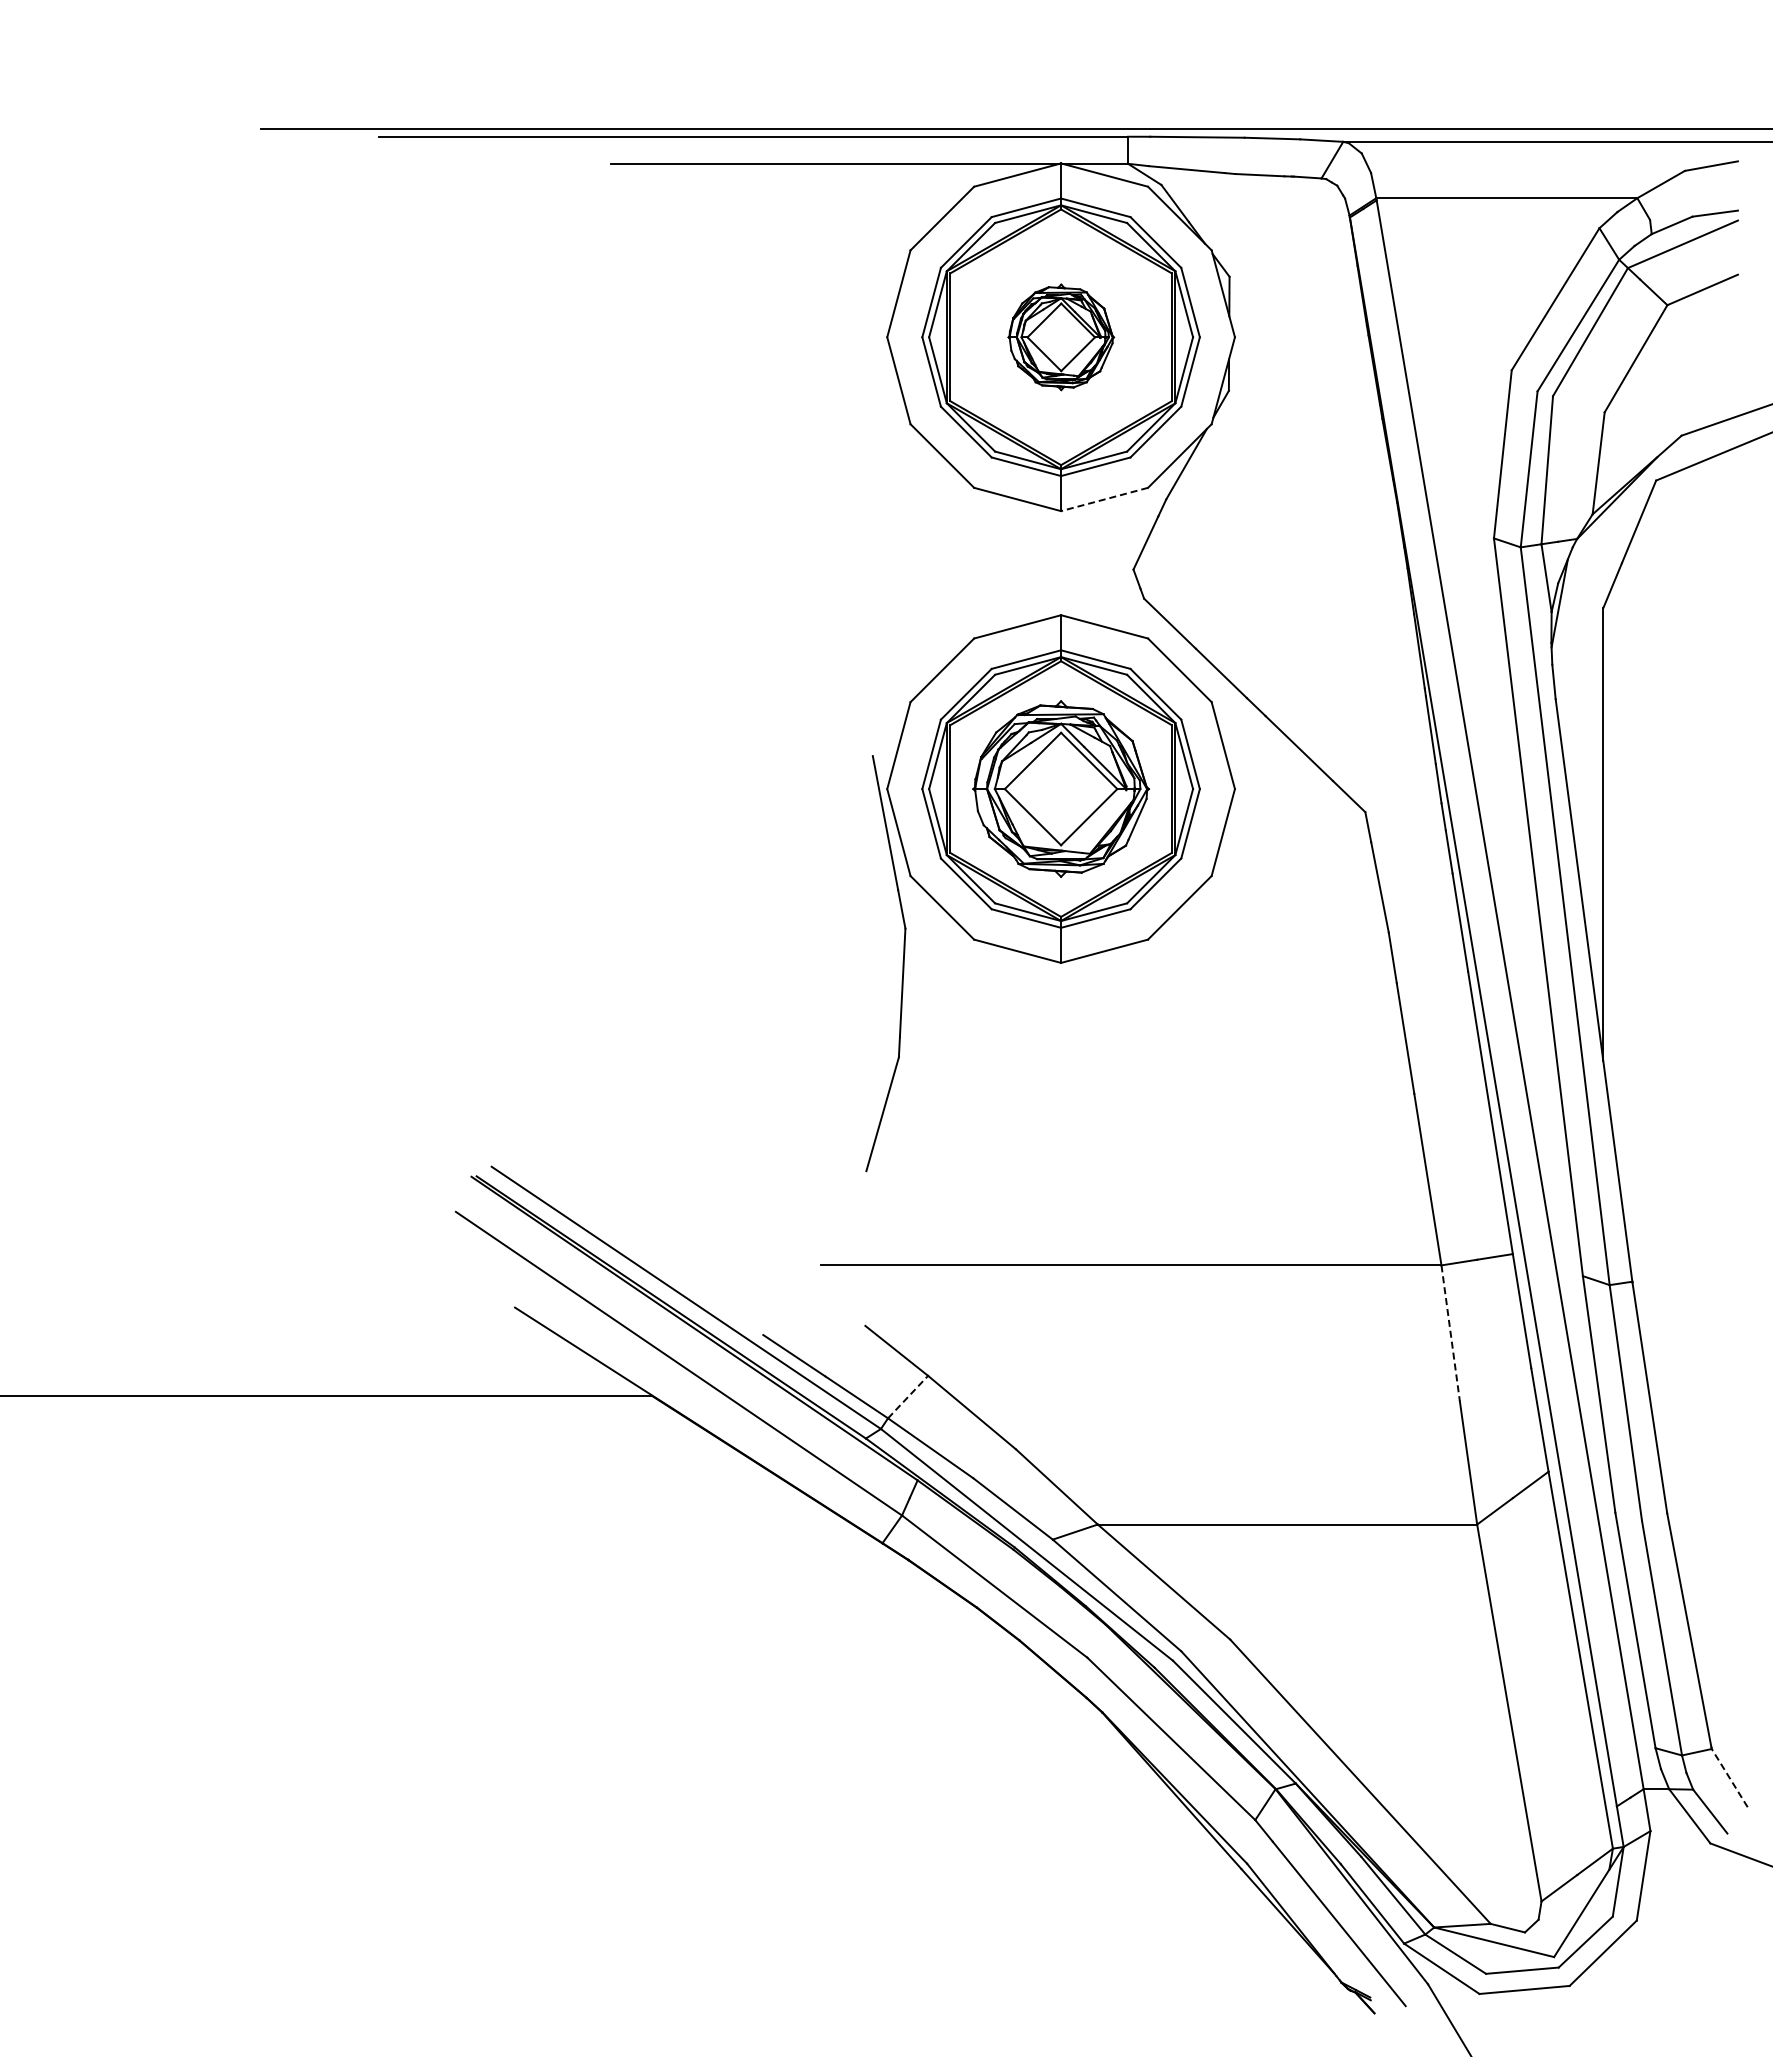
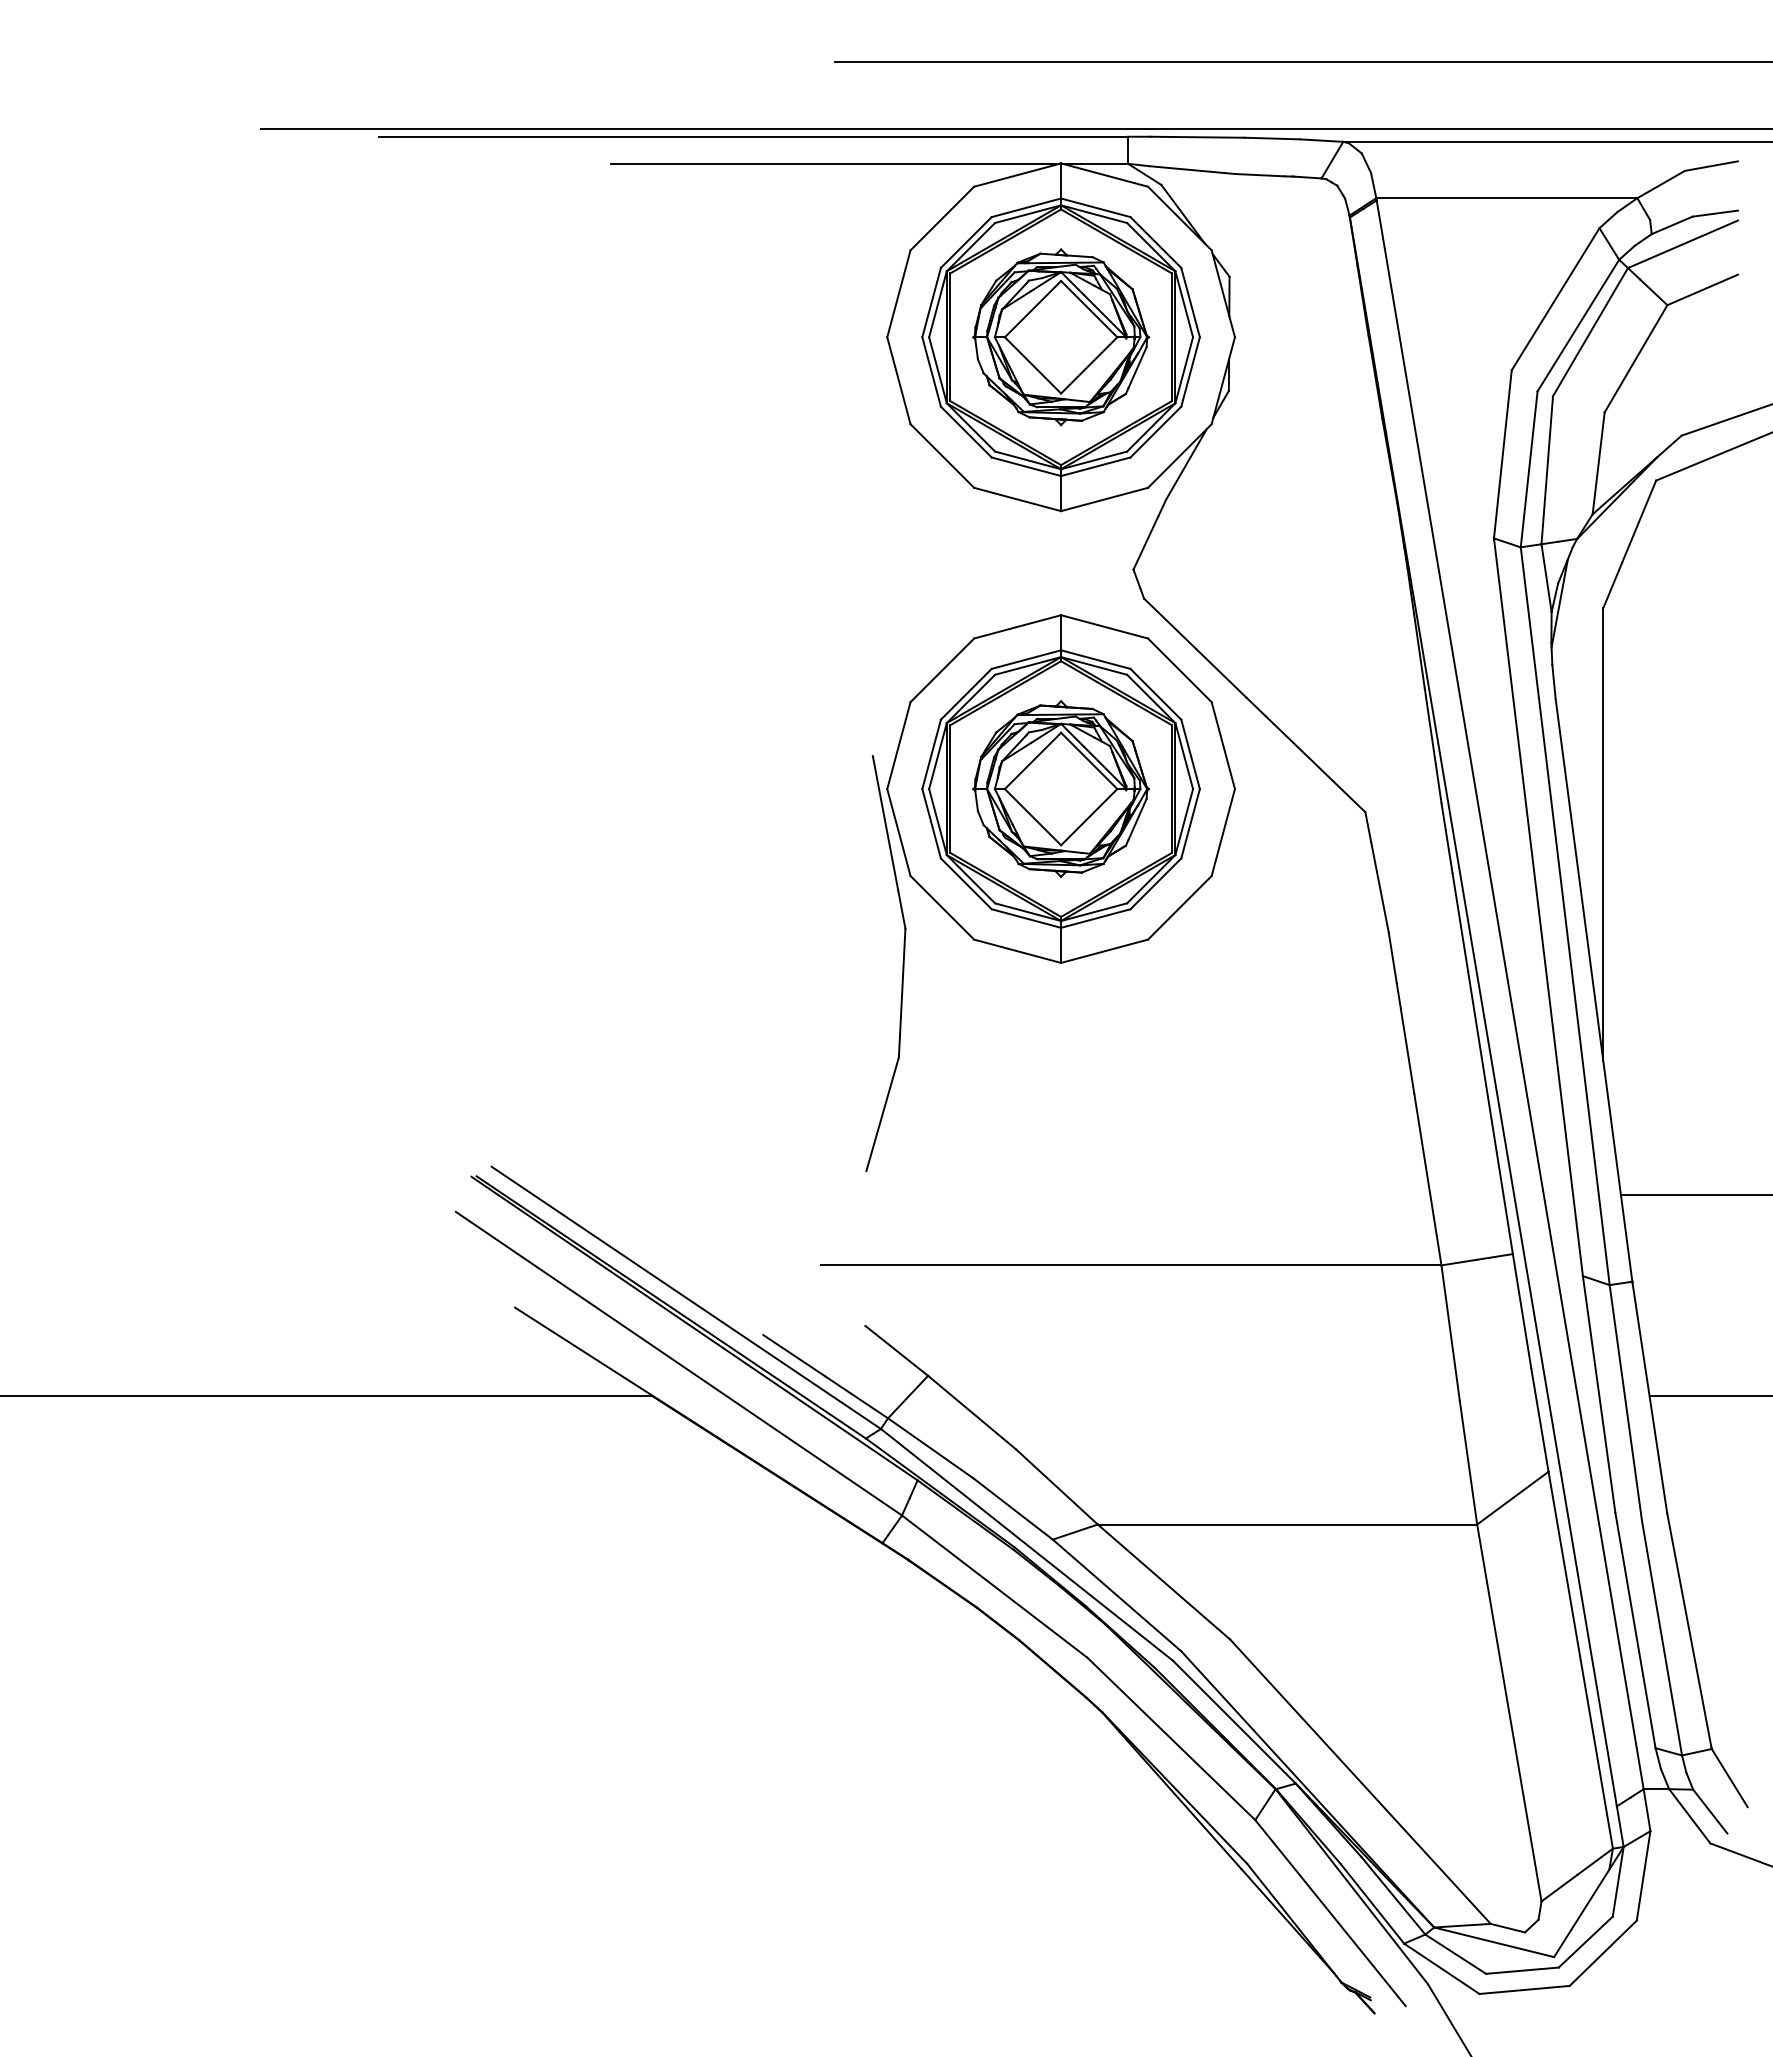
line at (1302, 61): none -> present
part at (1061, 337) size: 109x109 px -> 179x179 px
line at (1104, 499): dashed -> solid
line at (1694, 1194): none -> present
line at (1450, 1333): dashed -> solid
line at (1709, 1395): none -> present
line at (908, 1396): dashed -> solid
line at (1729, 1777): dashed -> solid
